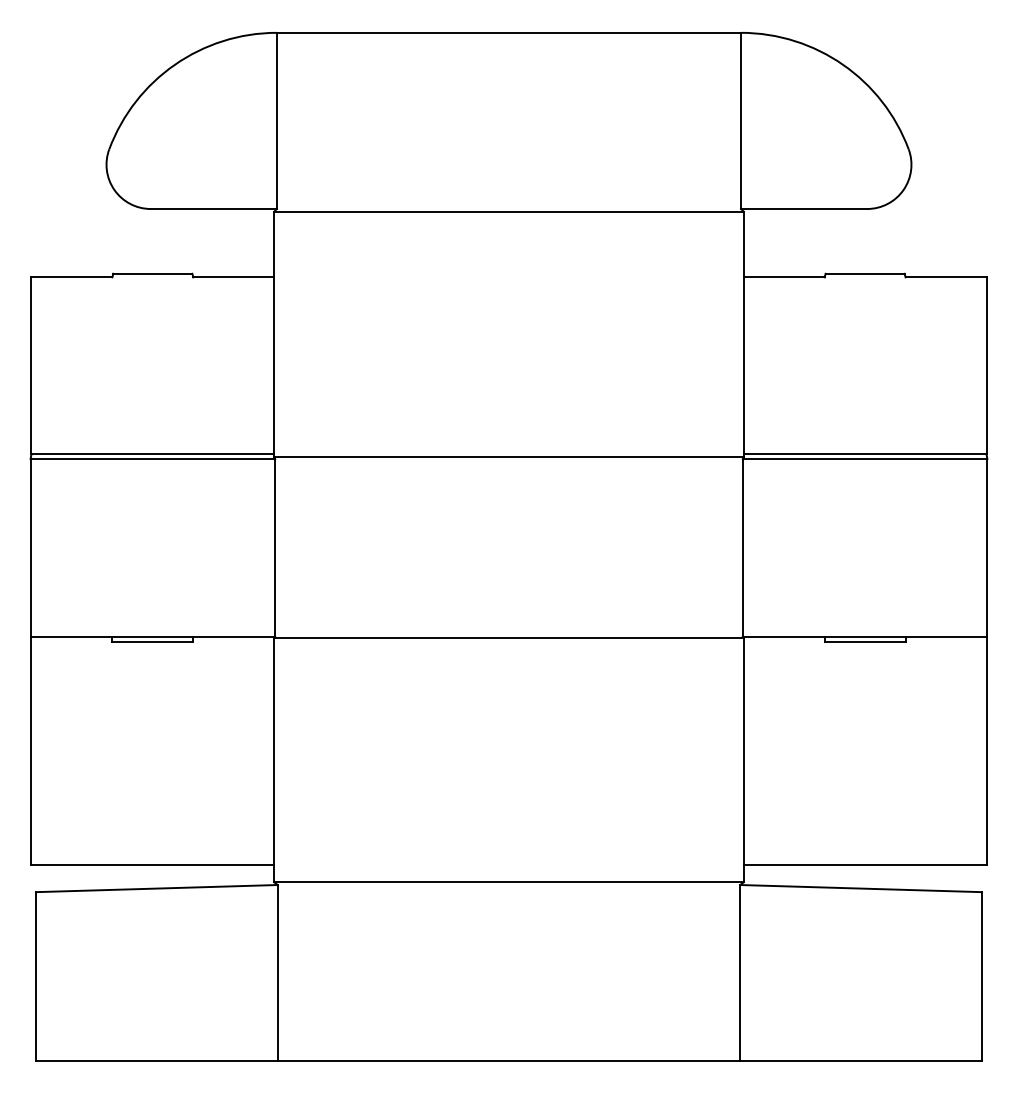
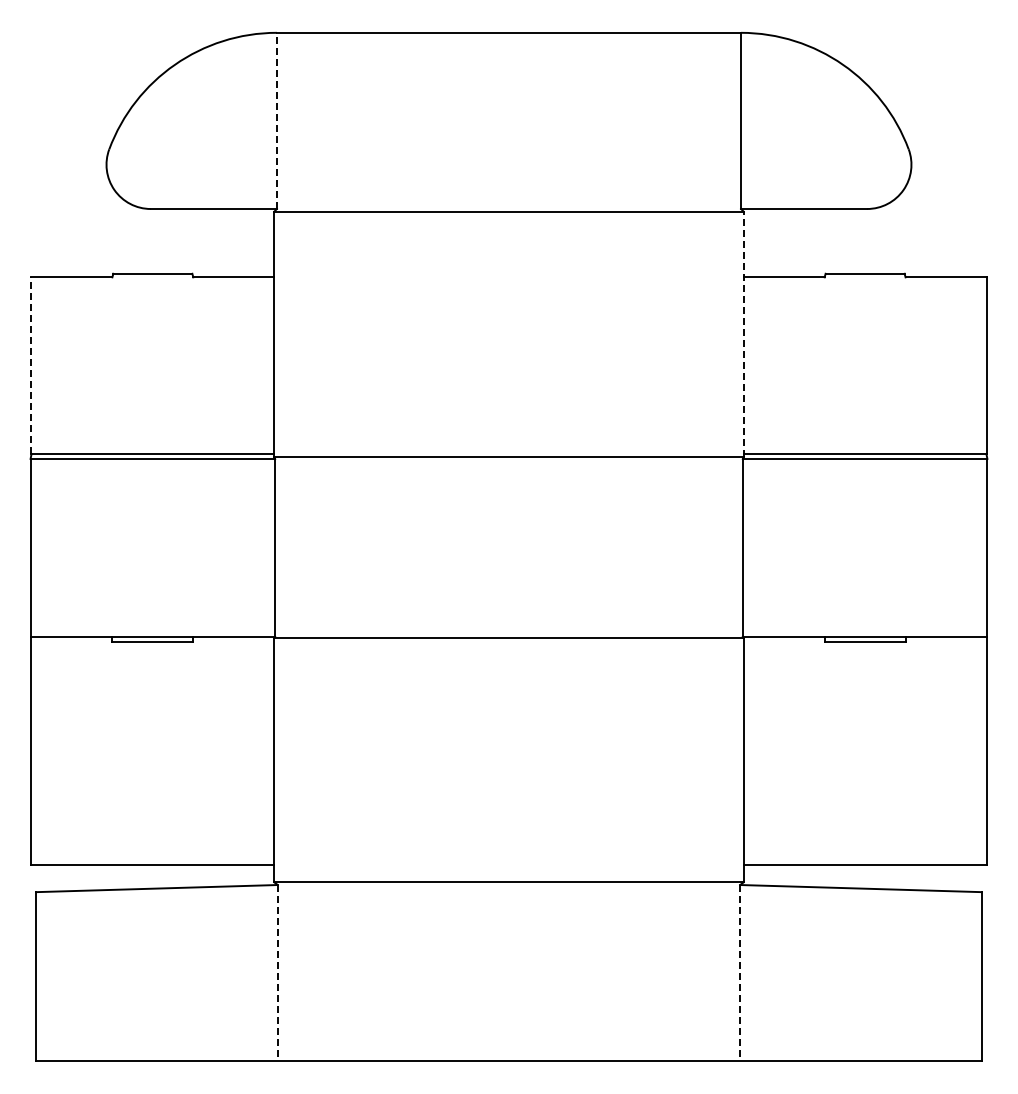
line at (276, 120): solid -> dashed
line at (743, 334): solid -> dashed
line at (31, 365): solid -> dashed
line at (277, 973): solid -> dashed
line at (740, 973): solid -> dashed
